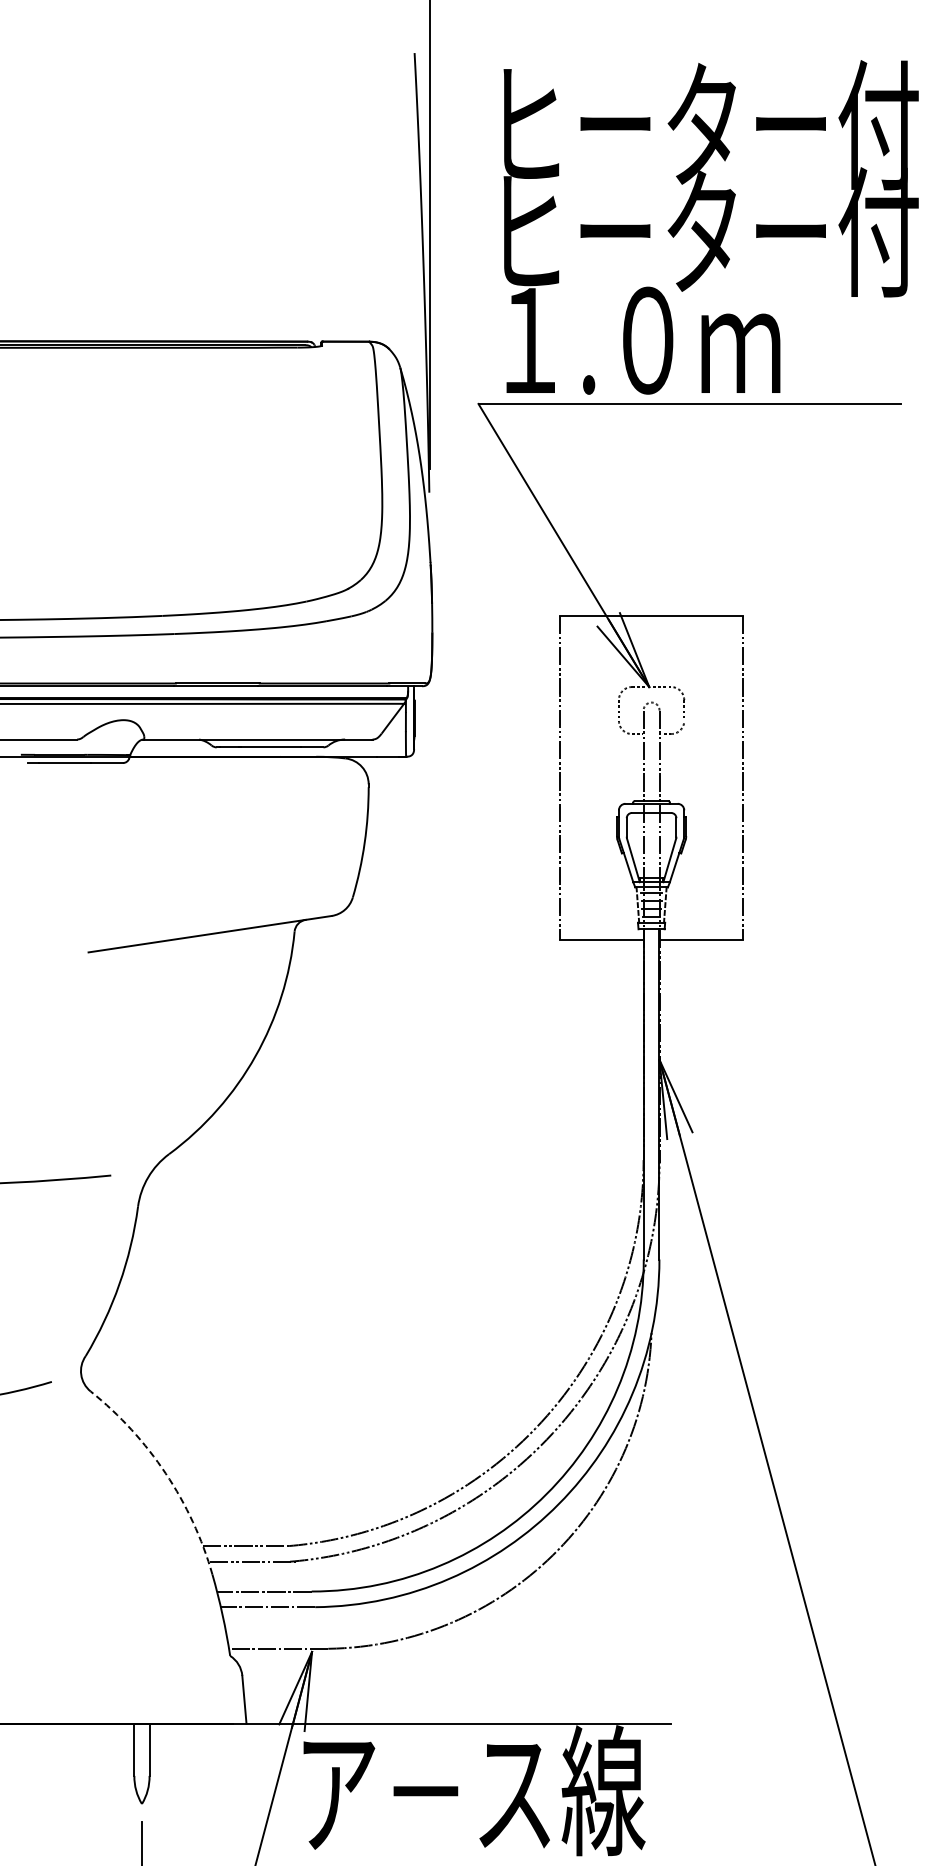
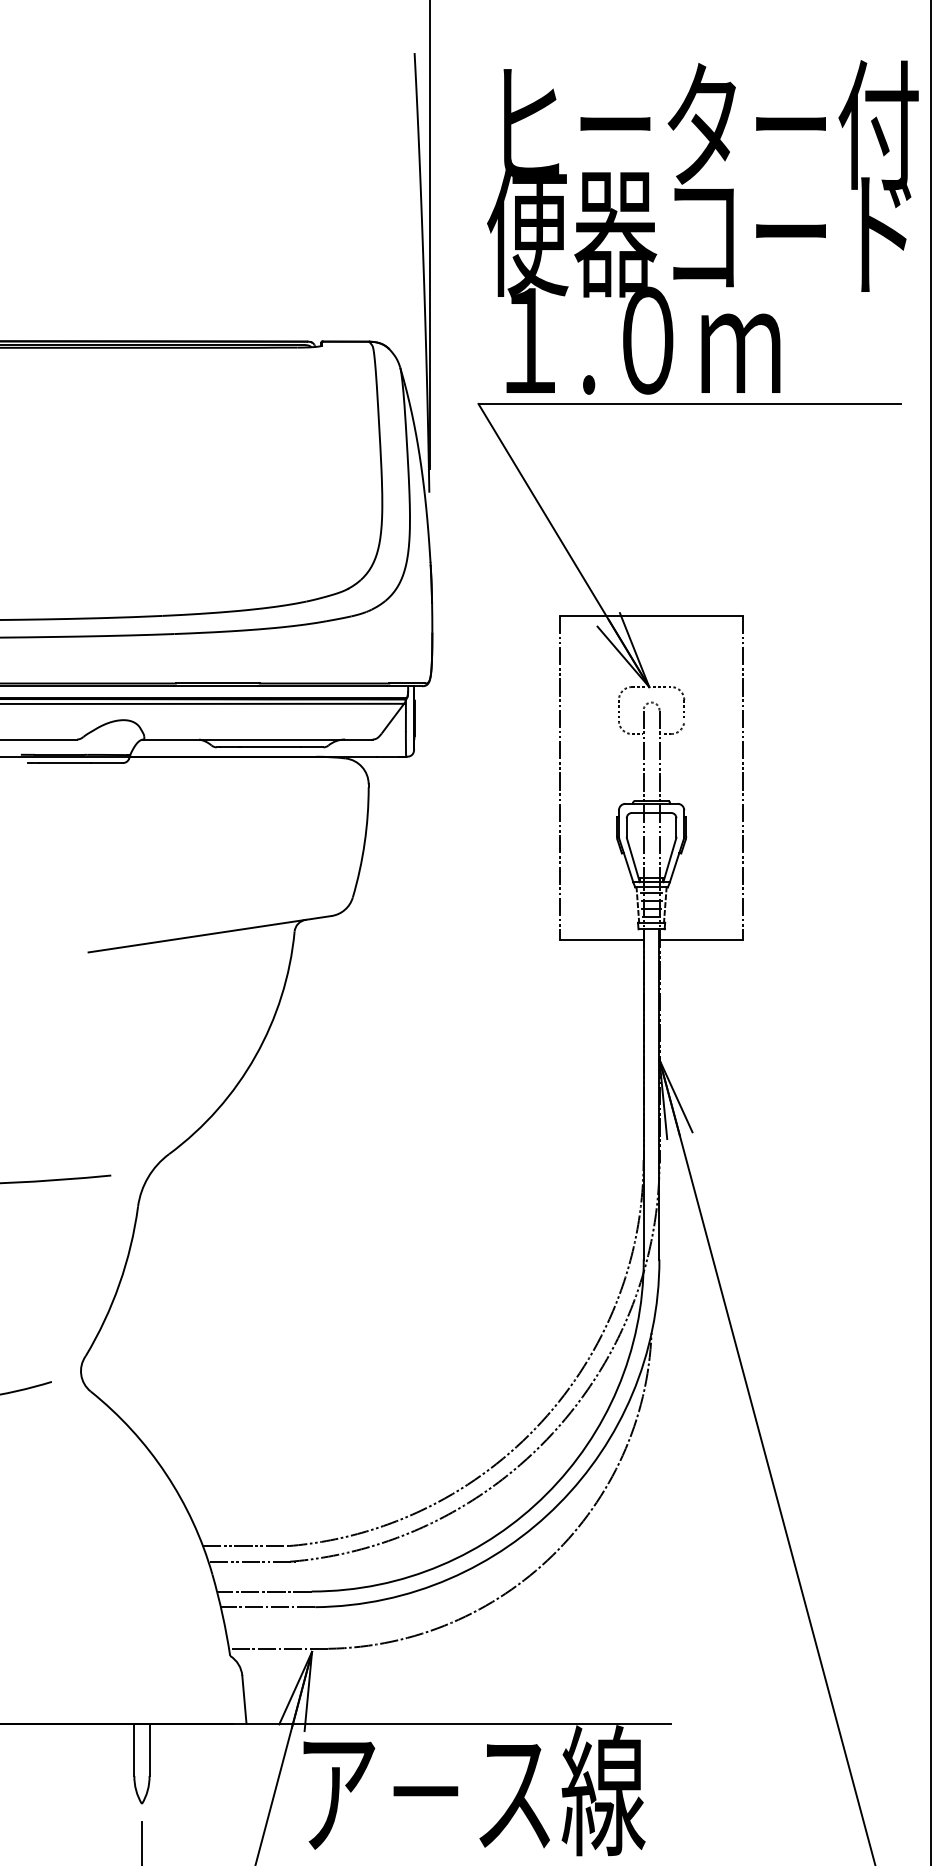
text at (702, 232): ヒーター付 -> 便器コード
line at (931, 932): none -> present
arc at (165, 1473): dashed -> solid
